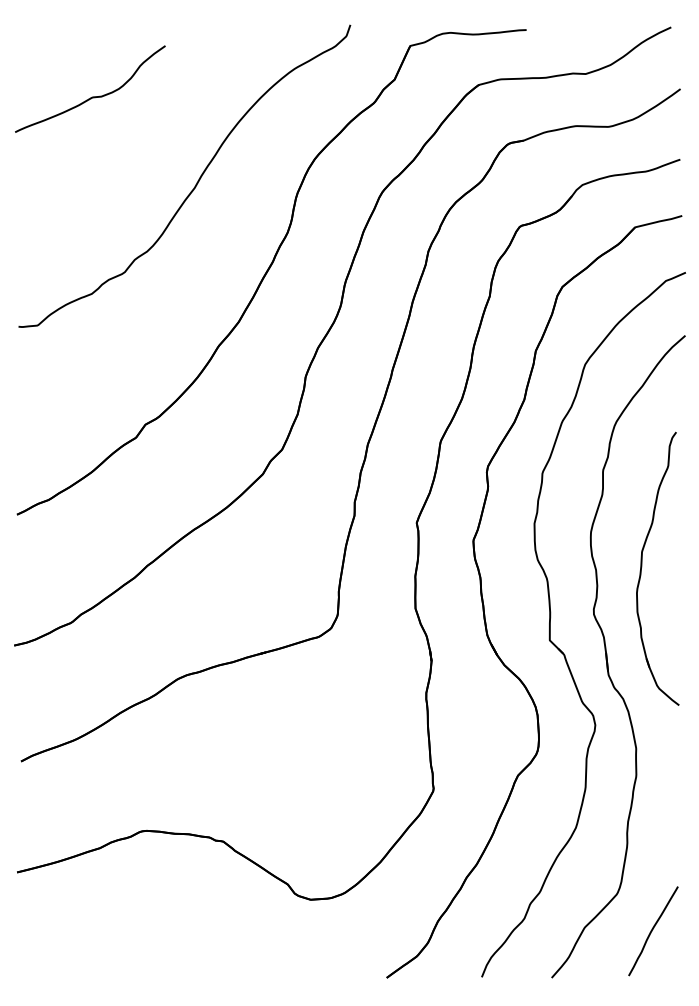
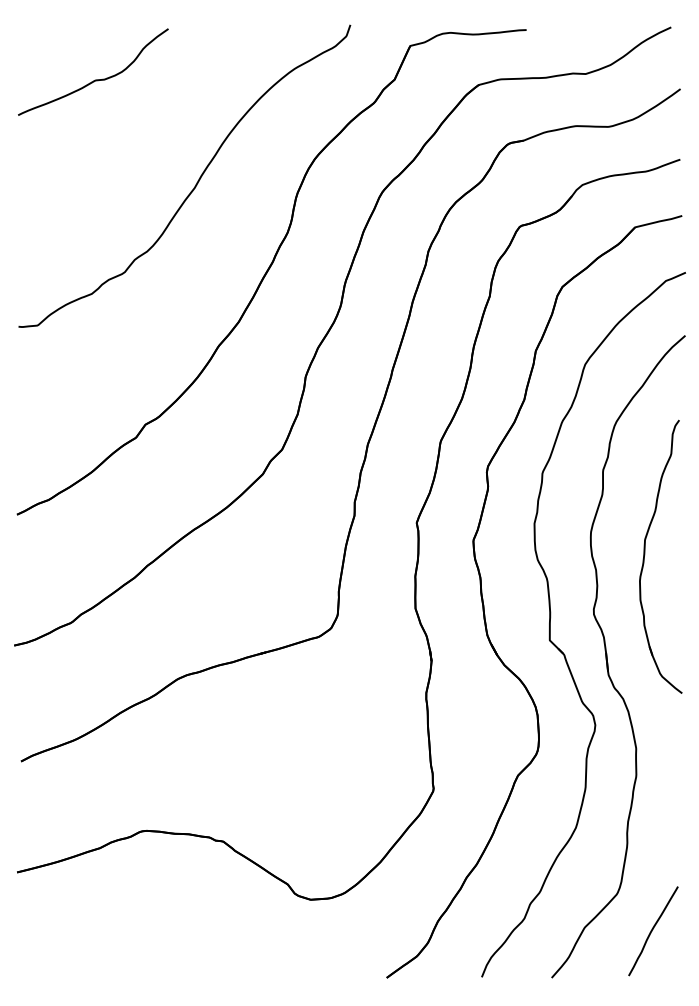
curve at (92, 96) position: (92, 96) -> (95, 79)
part at (642, 567) position: (642, 567) -> (645, 555)
